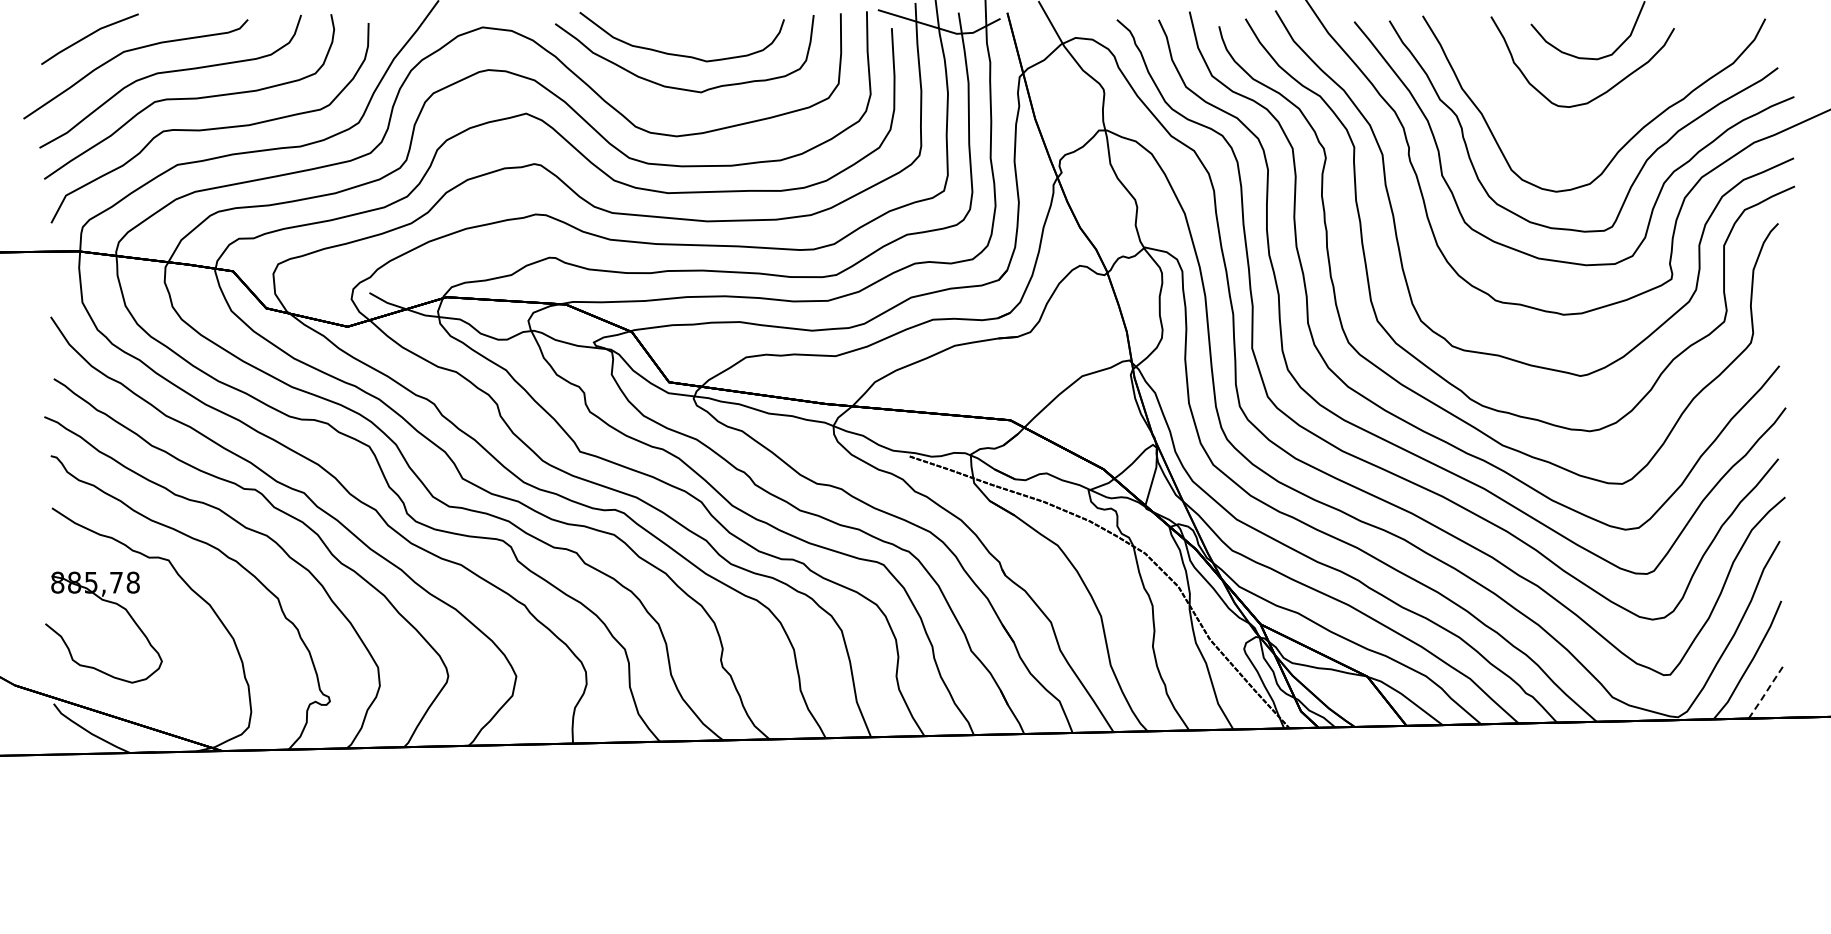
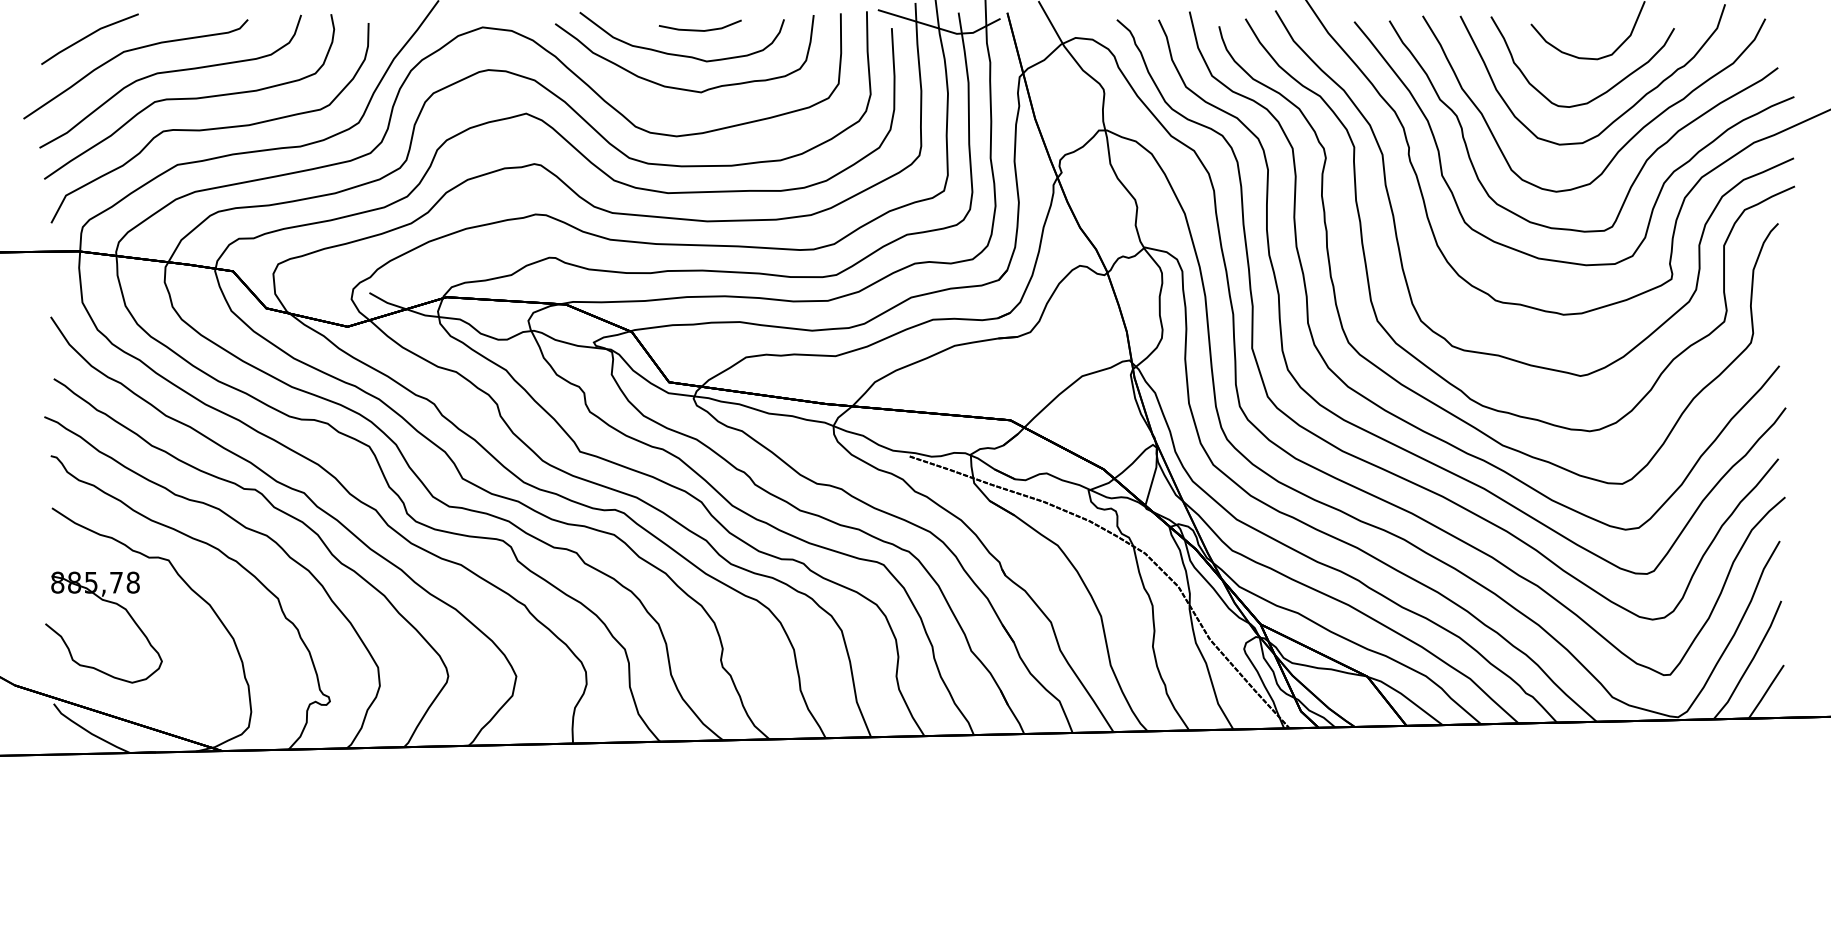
line at (699, 29): none -> present
curve at (1623, 112): none -> present
line at (1766, 691): dashed -> solid
